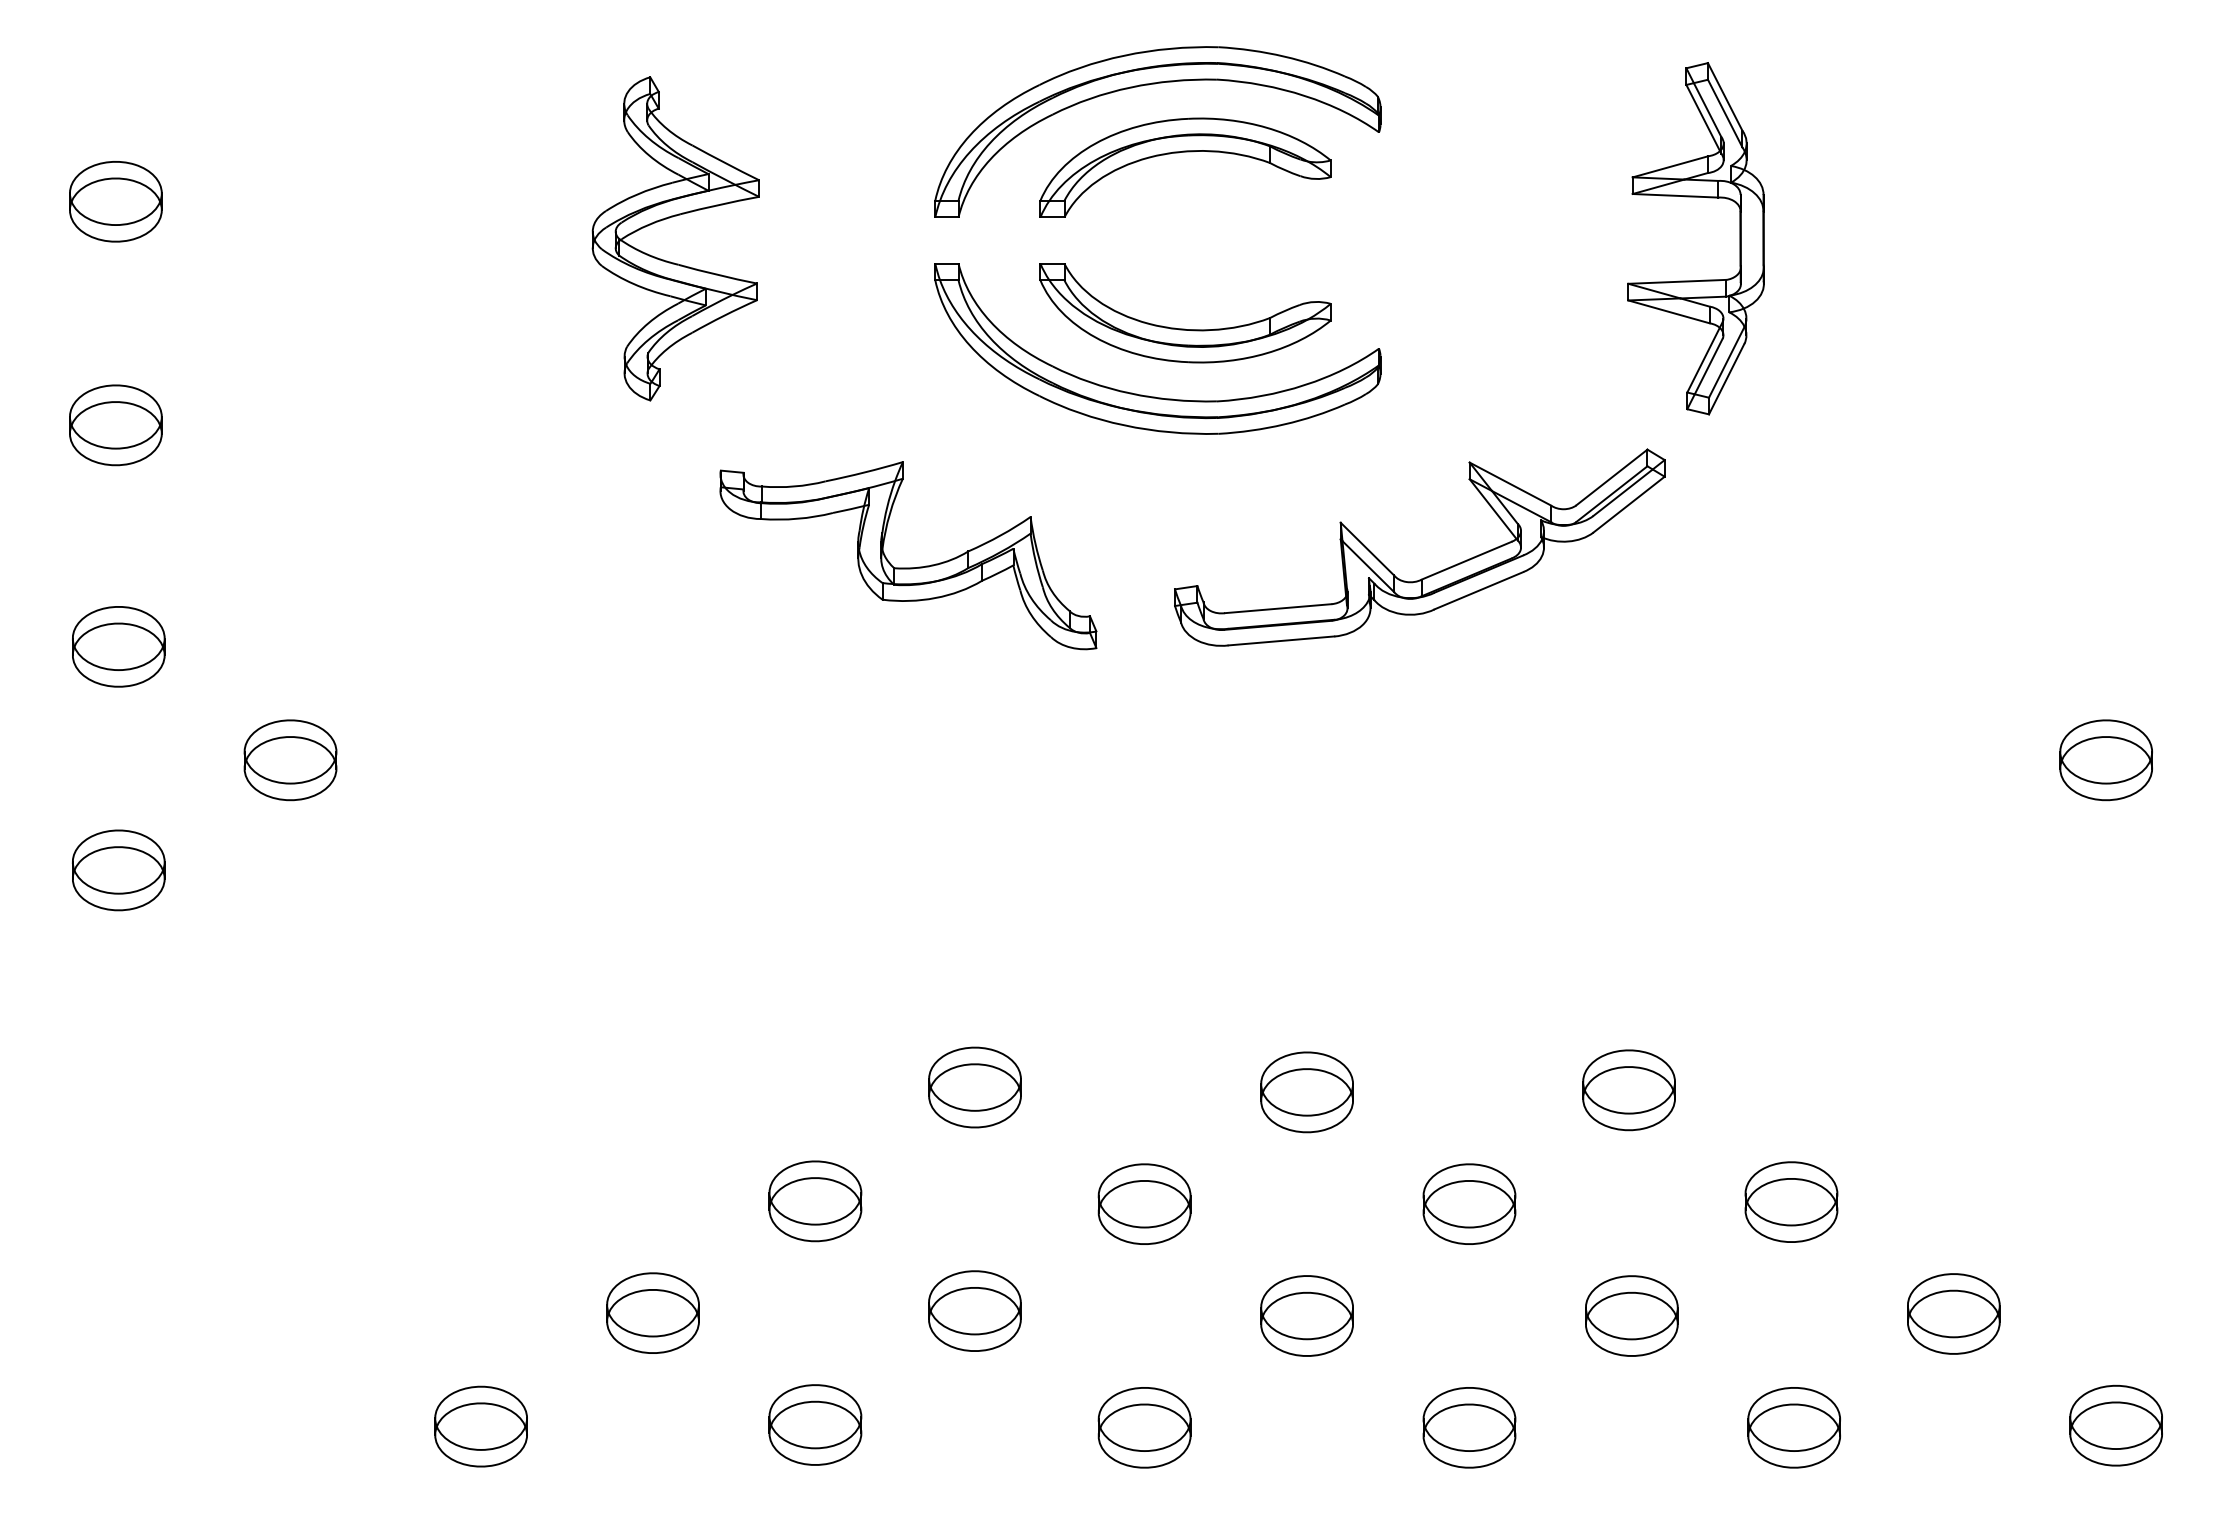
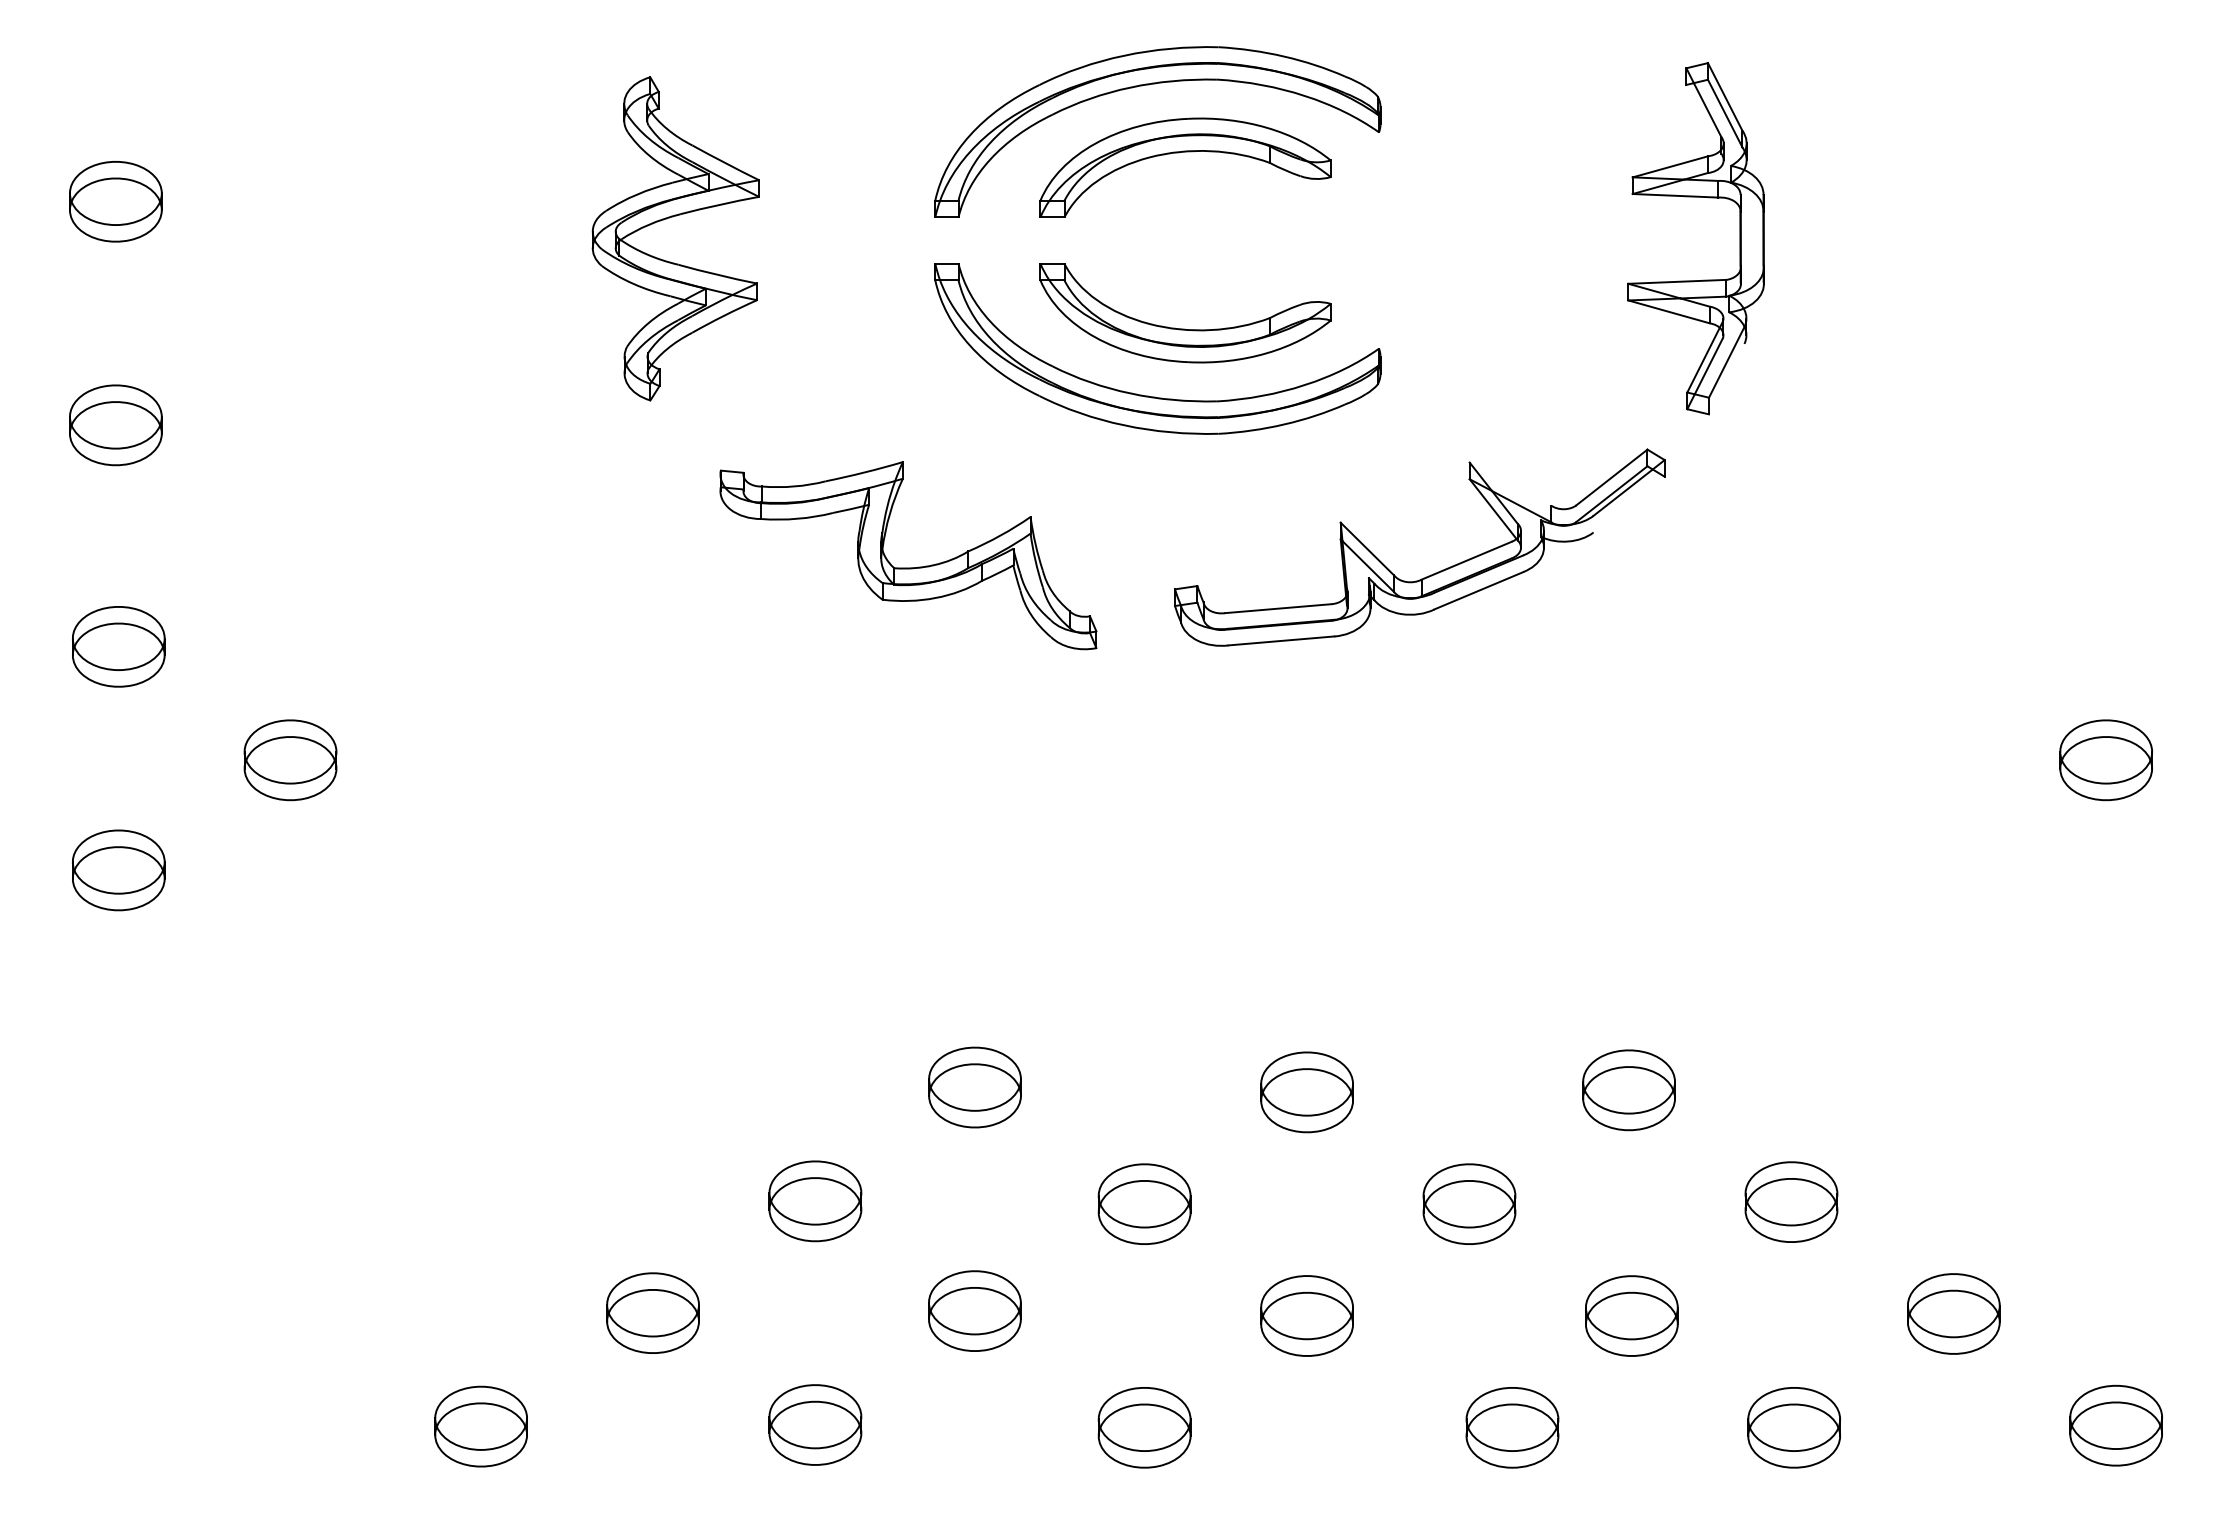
line at (1703, 118): present -> none
line at (1726, 378): present -> none
line at (1510, 483): present -> none
line at (1628, 504): present -> none
part at (1469, 1427) position: (1469, 1427) -> (1512, 1427)
